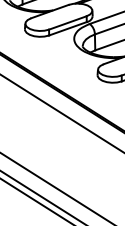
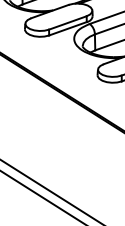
line at (61, 112): present -> none
line at (56, 188) position: (56, 188) -> (51, 191)
line at (35, 200): present -> none
